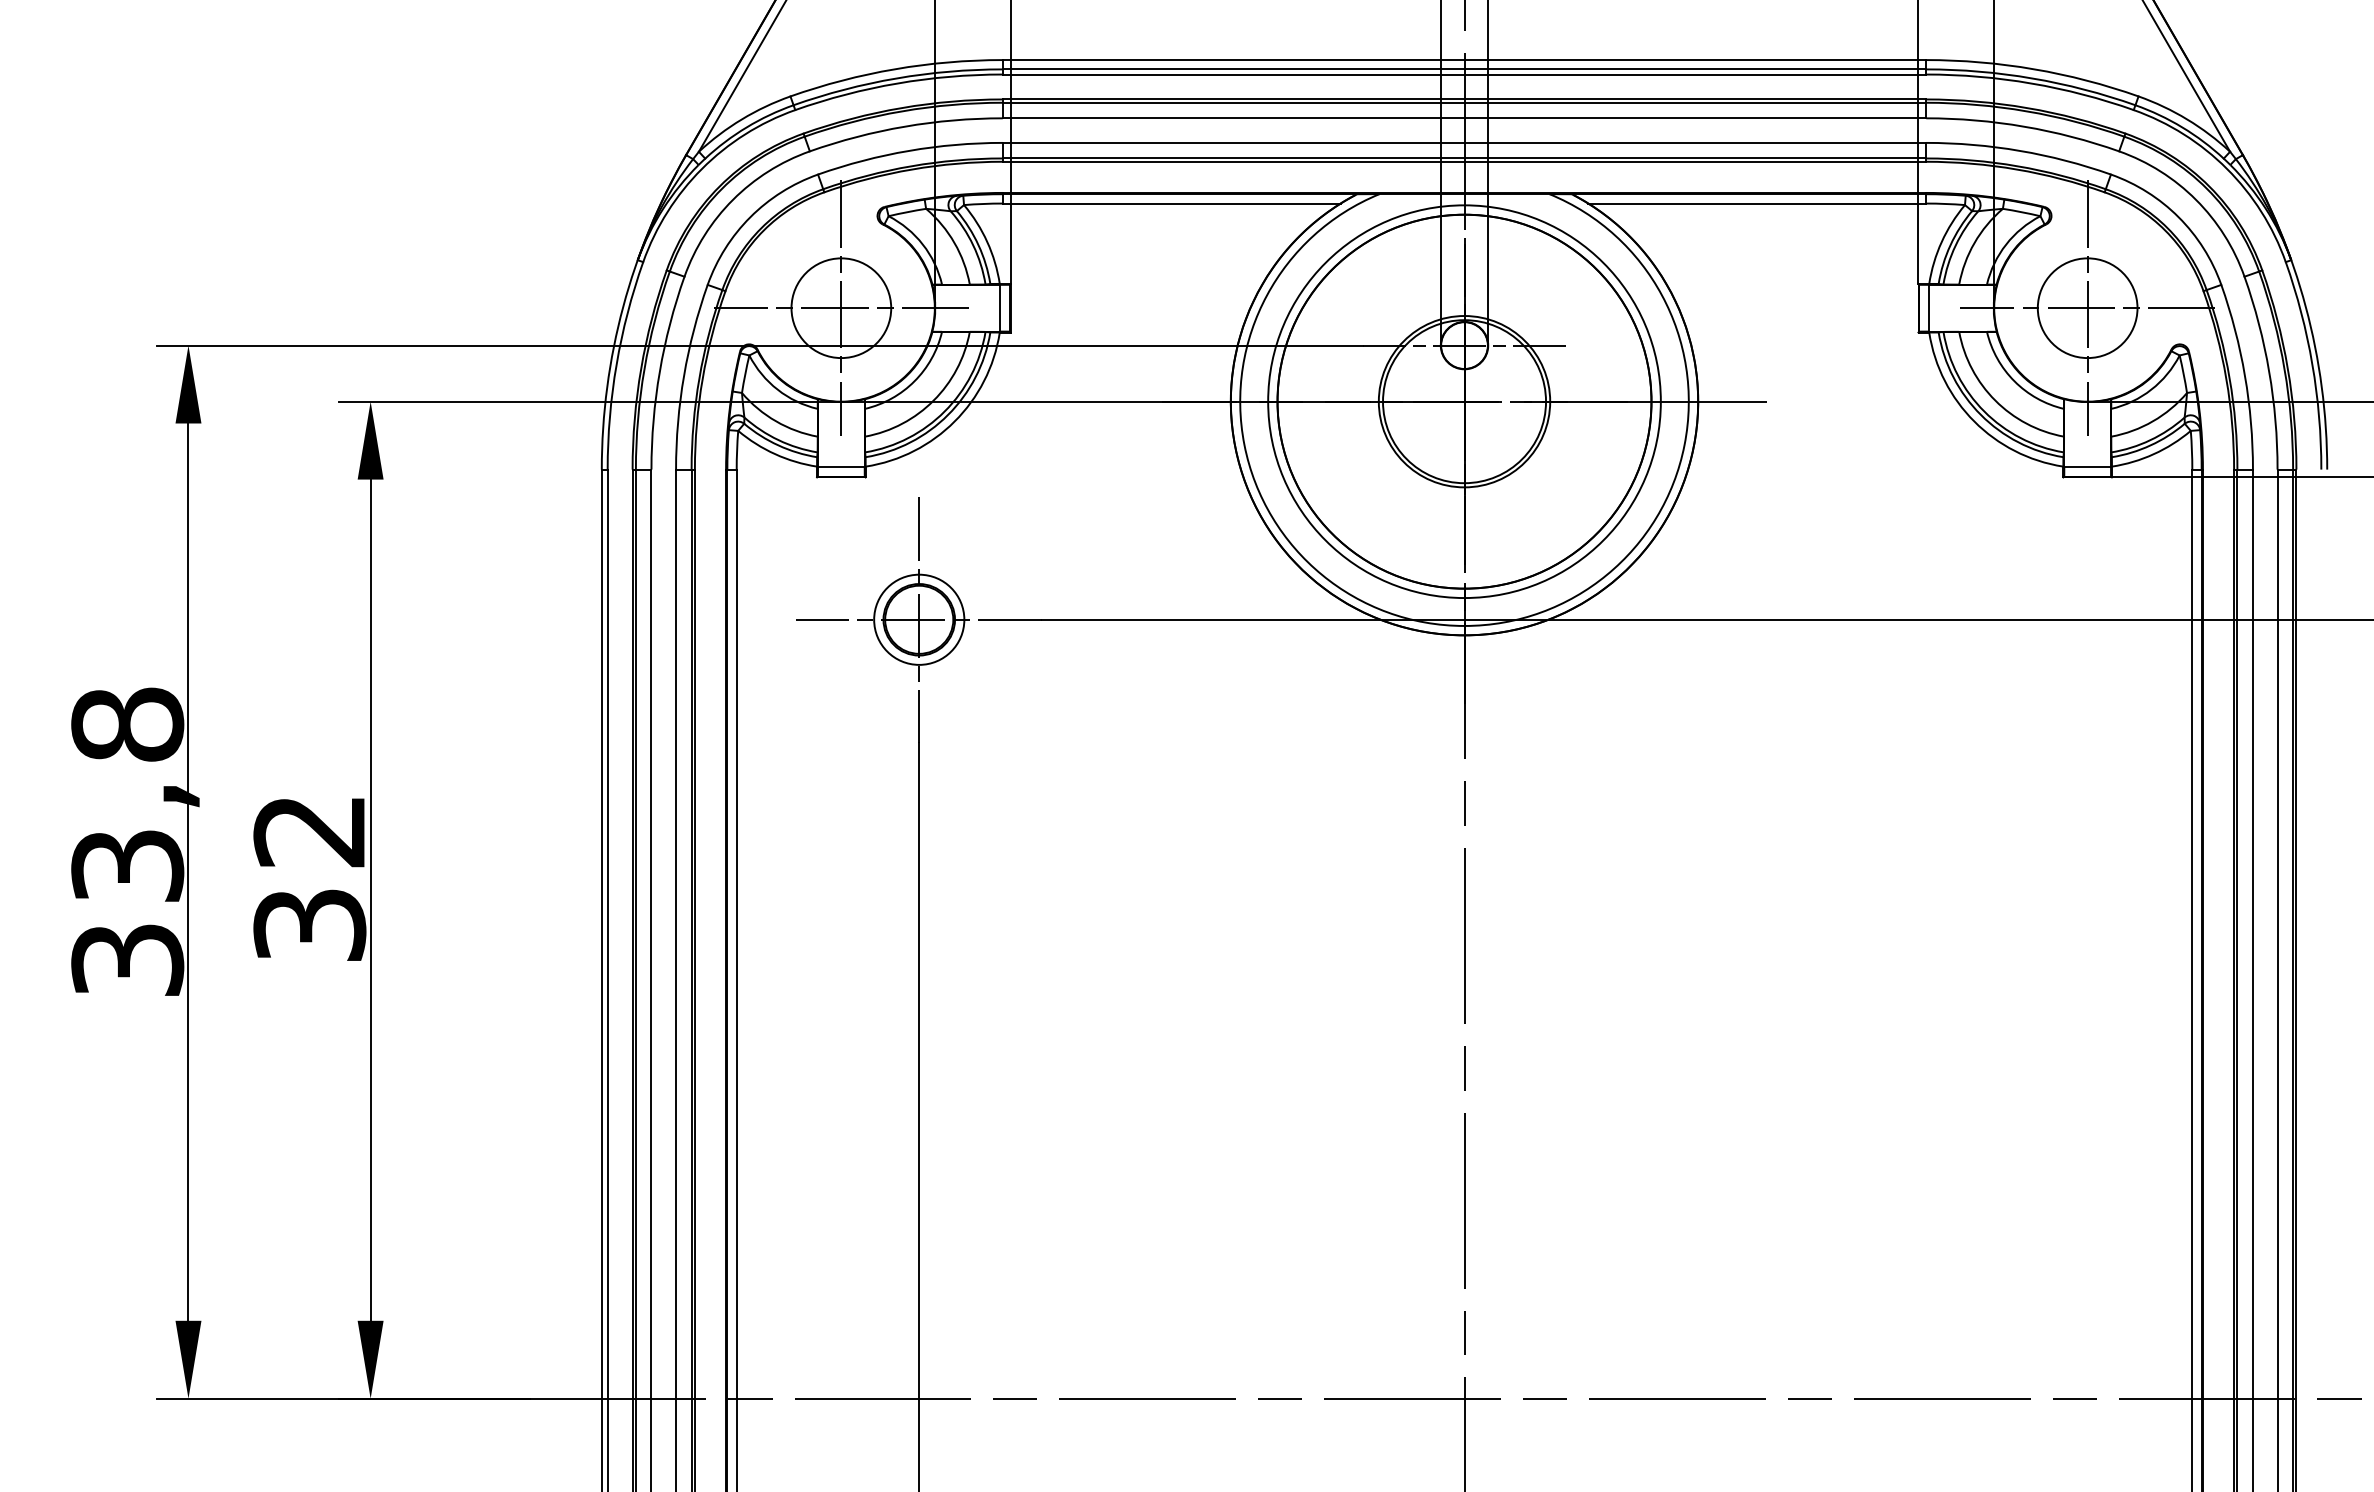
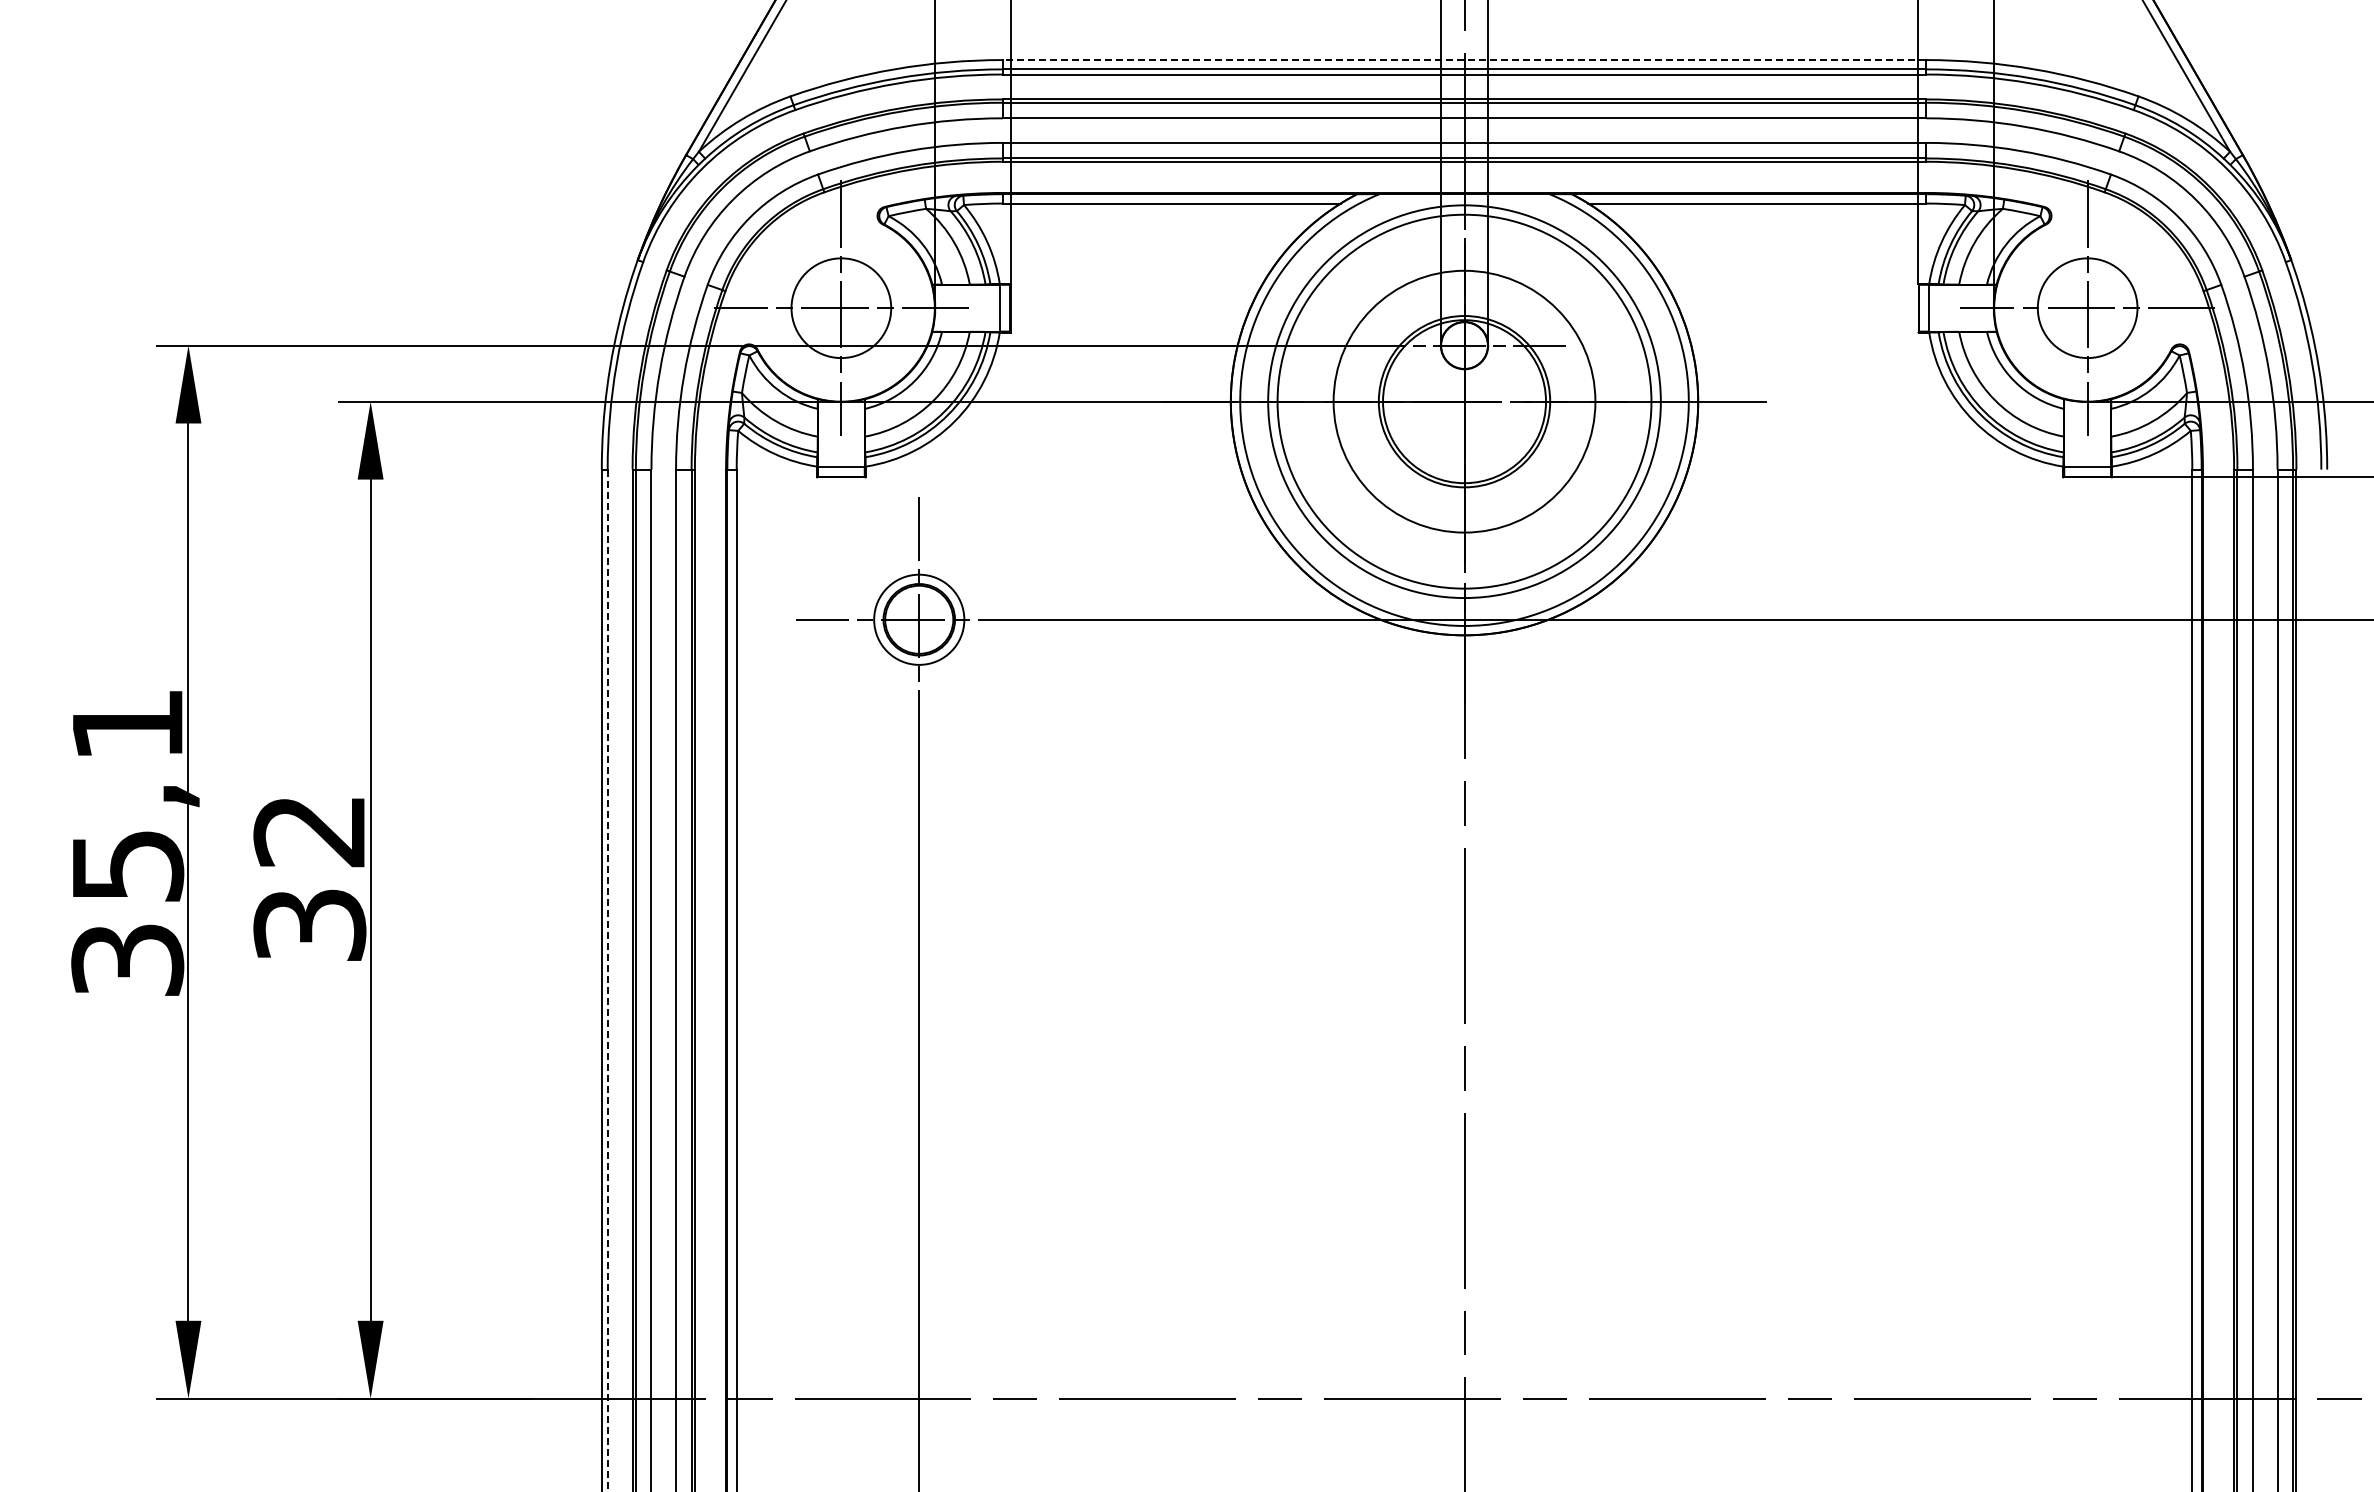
line at (1464, 60): solid -> dashed
circle at (1464, 401) diameter: 374 px -> 262 px
text at (127, 794): 33,8 -> 35,1
line at (607, 980): solid -> dashed
